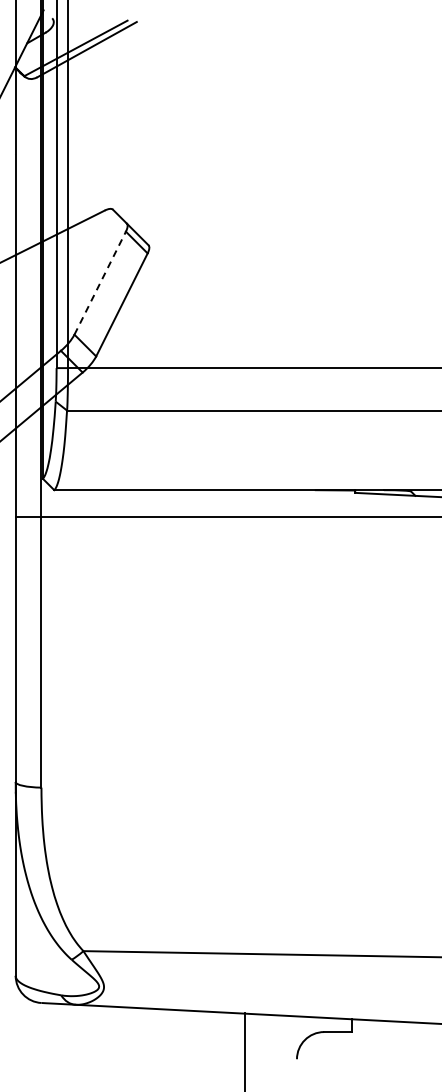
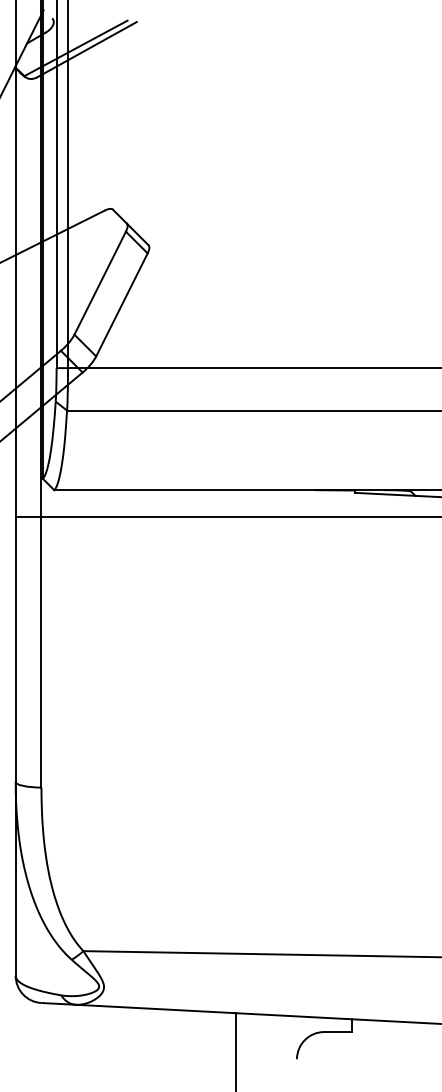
line at (100, 283): dashed -> solid
line at (244, 1050) position: (244, 1050) -> (235, 1050)
